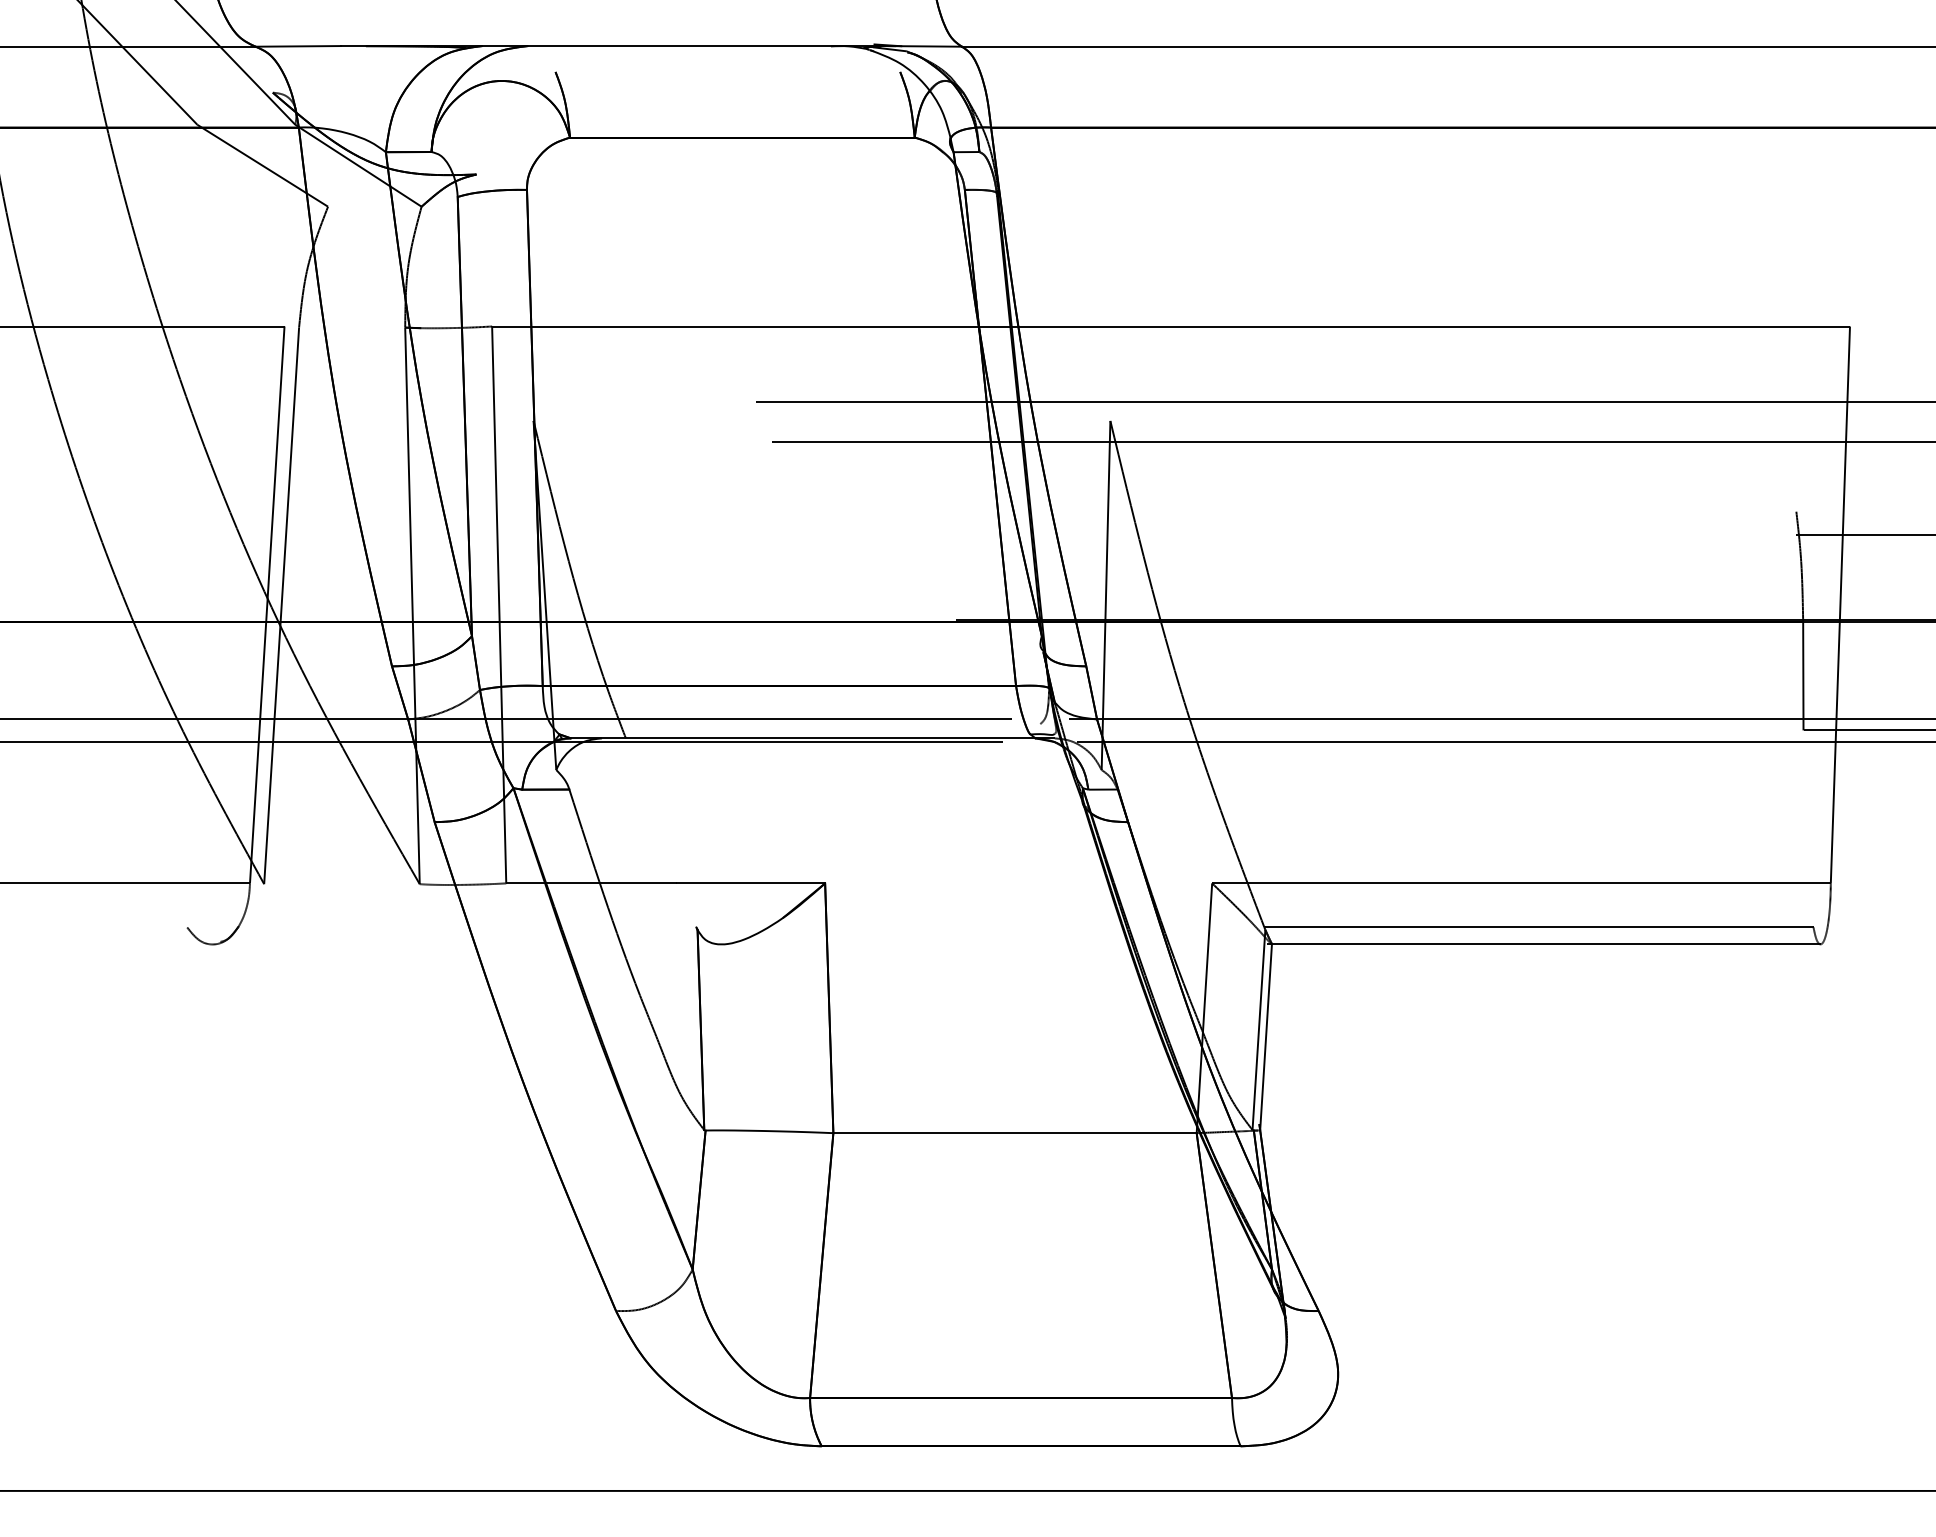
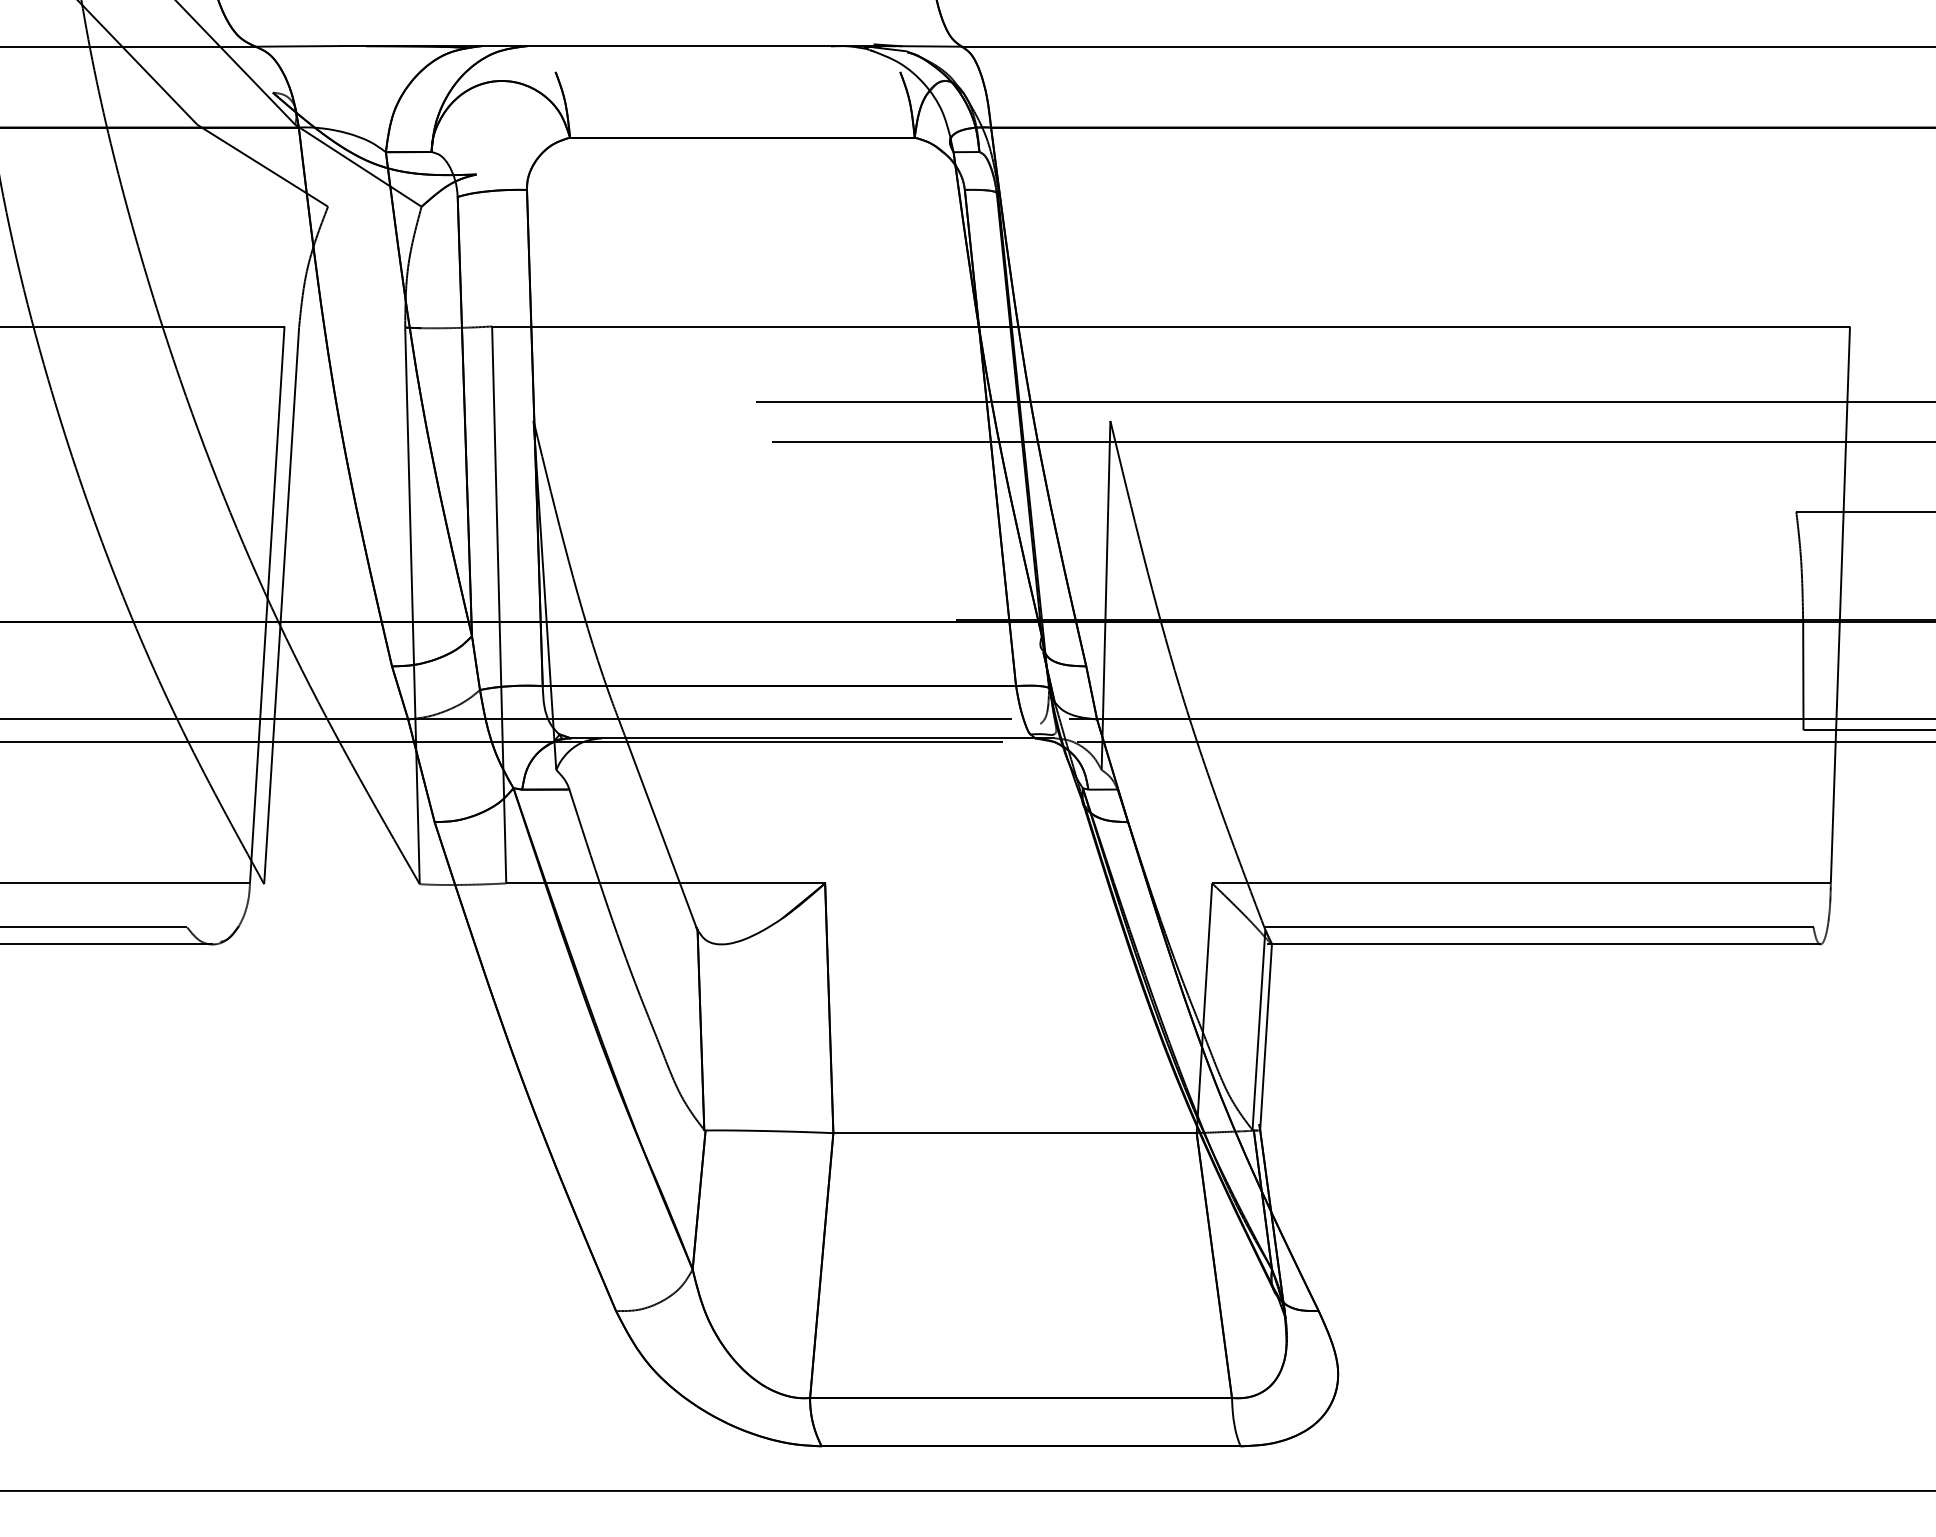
line at (1864, 534) position: (1864, 534) -> (1864, 511)
line at (660, 832): none -> present
line at (94, 927): none -> present
line at (107, 944): none -> present
